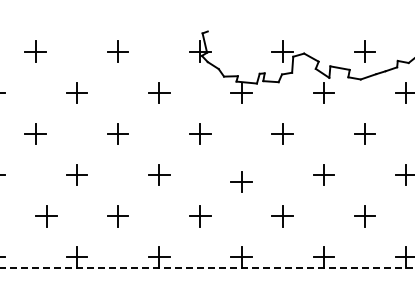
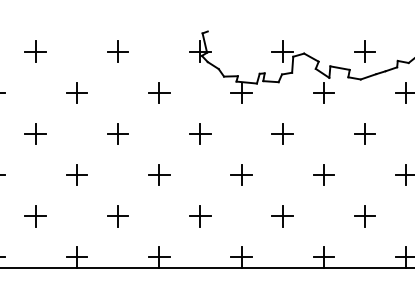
part at (241, 181) position: (241, 181) -> (241, 174)
part at (46, 216) position: (46, 216) -> (35, 216)
line at (207, 267): dashed -> solid
